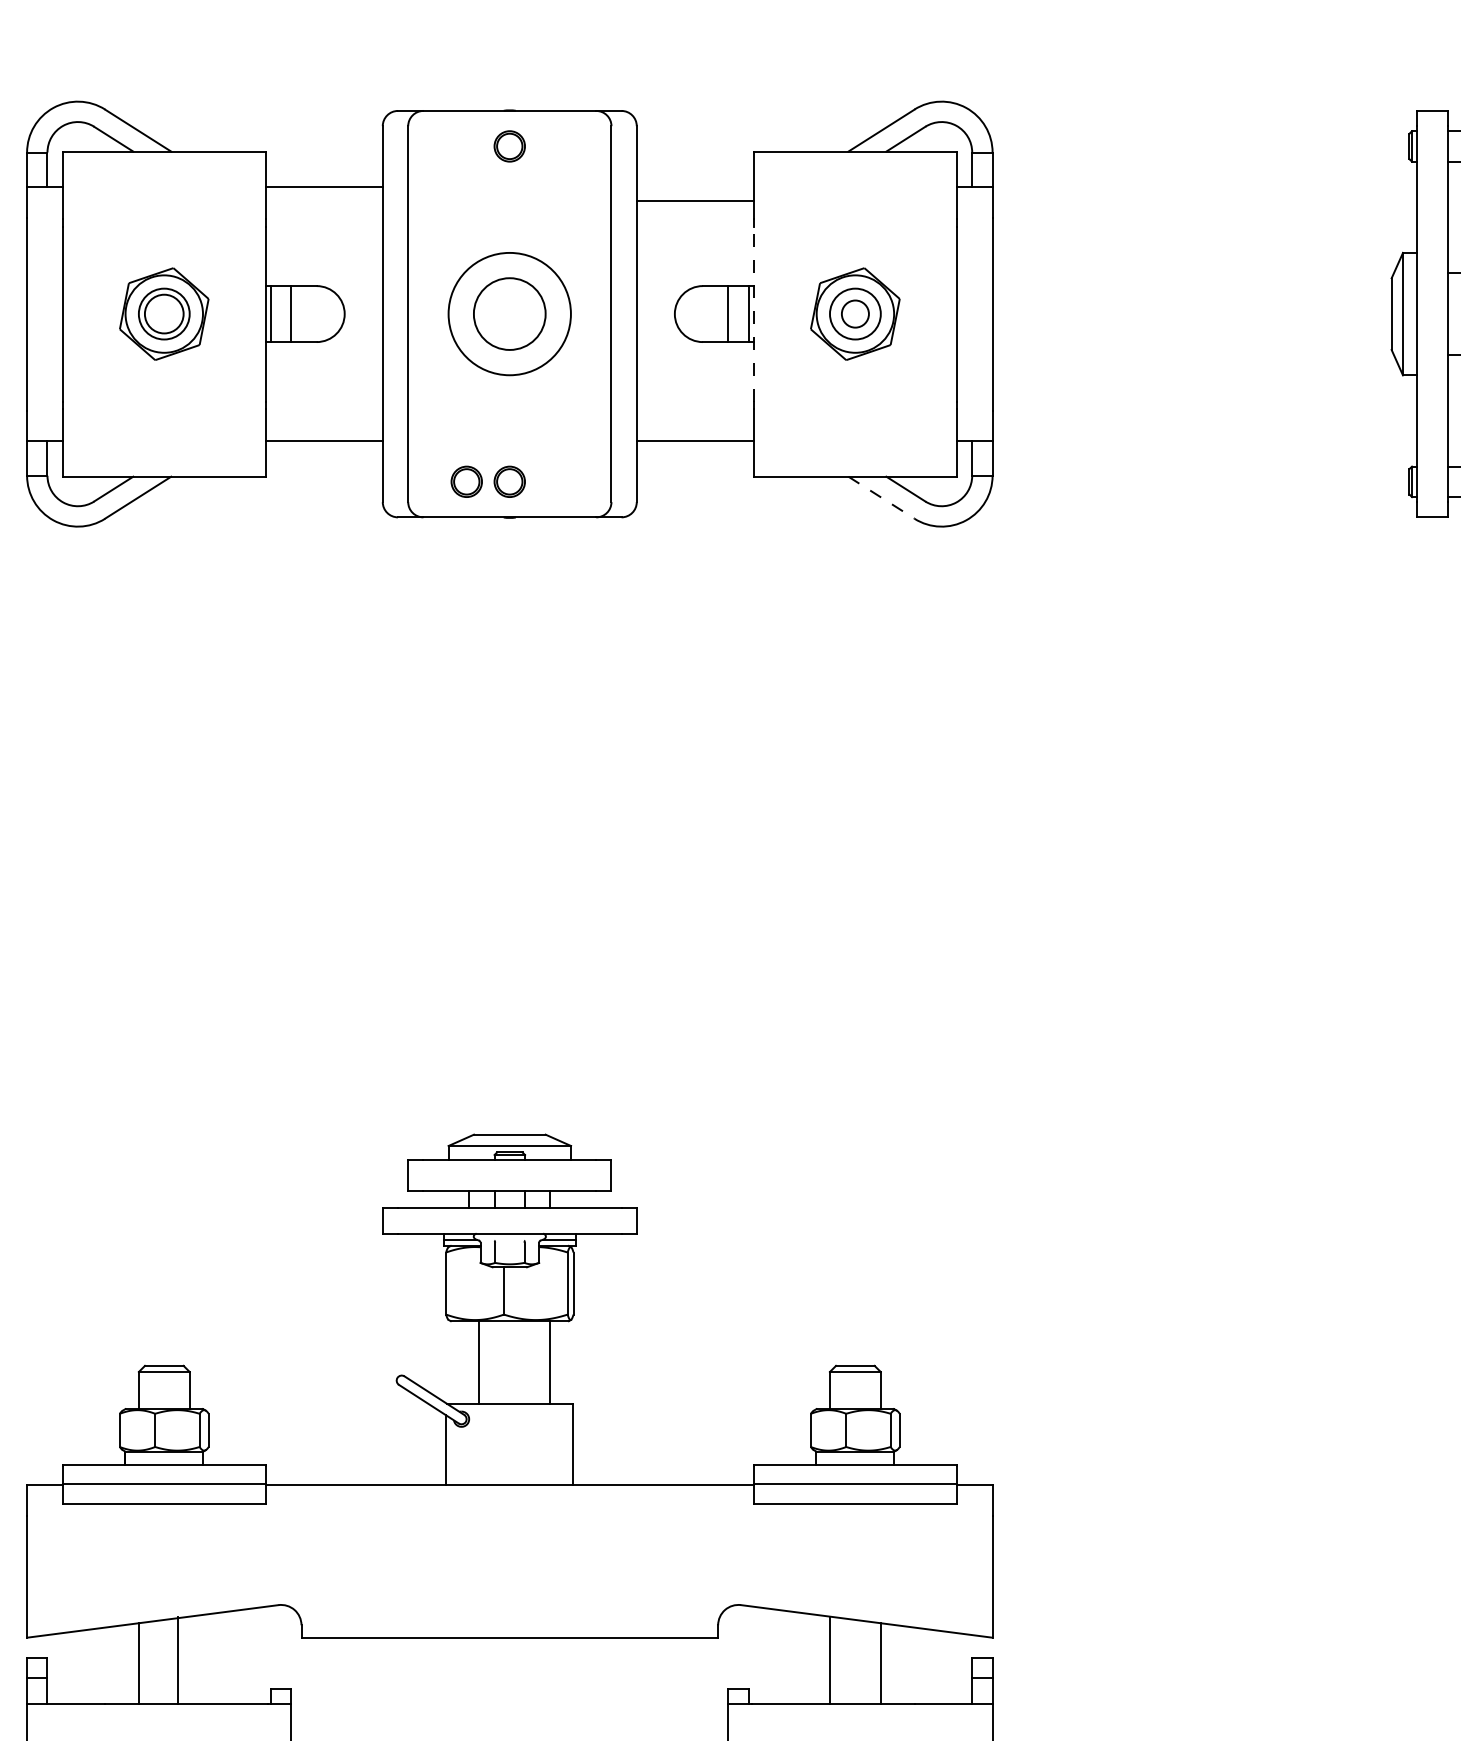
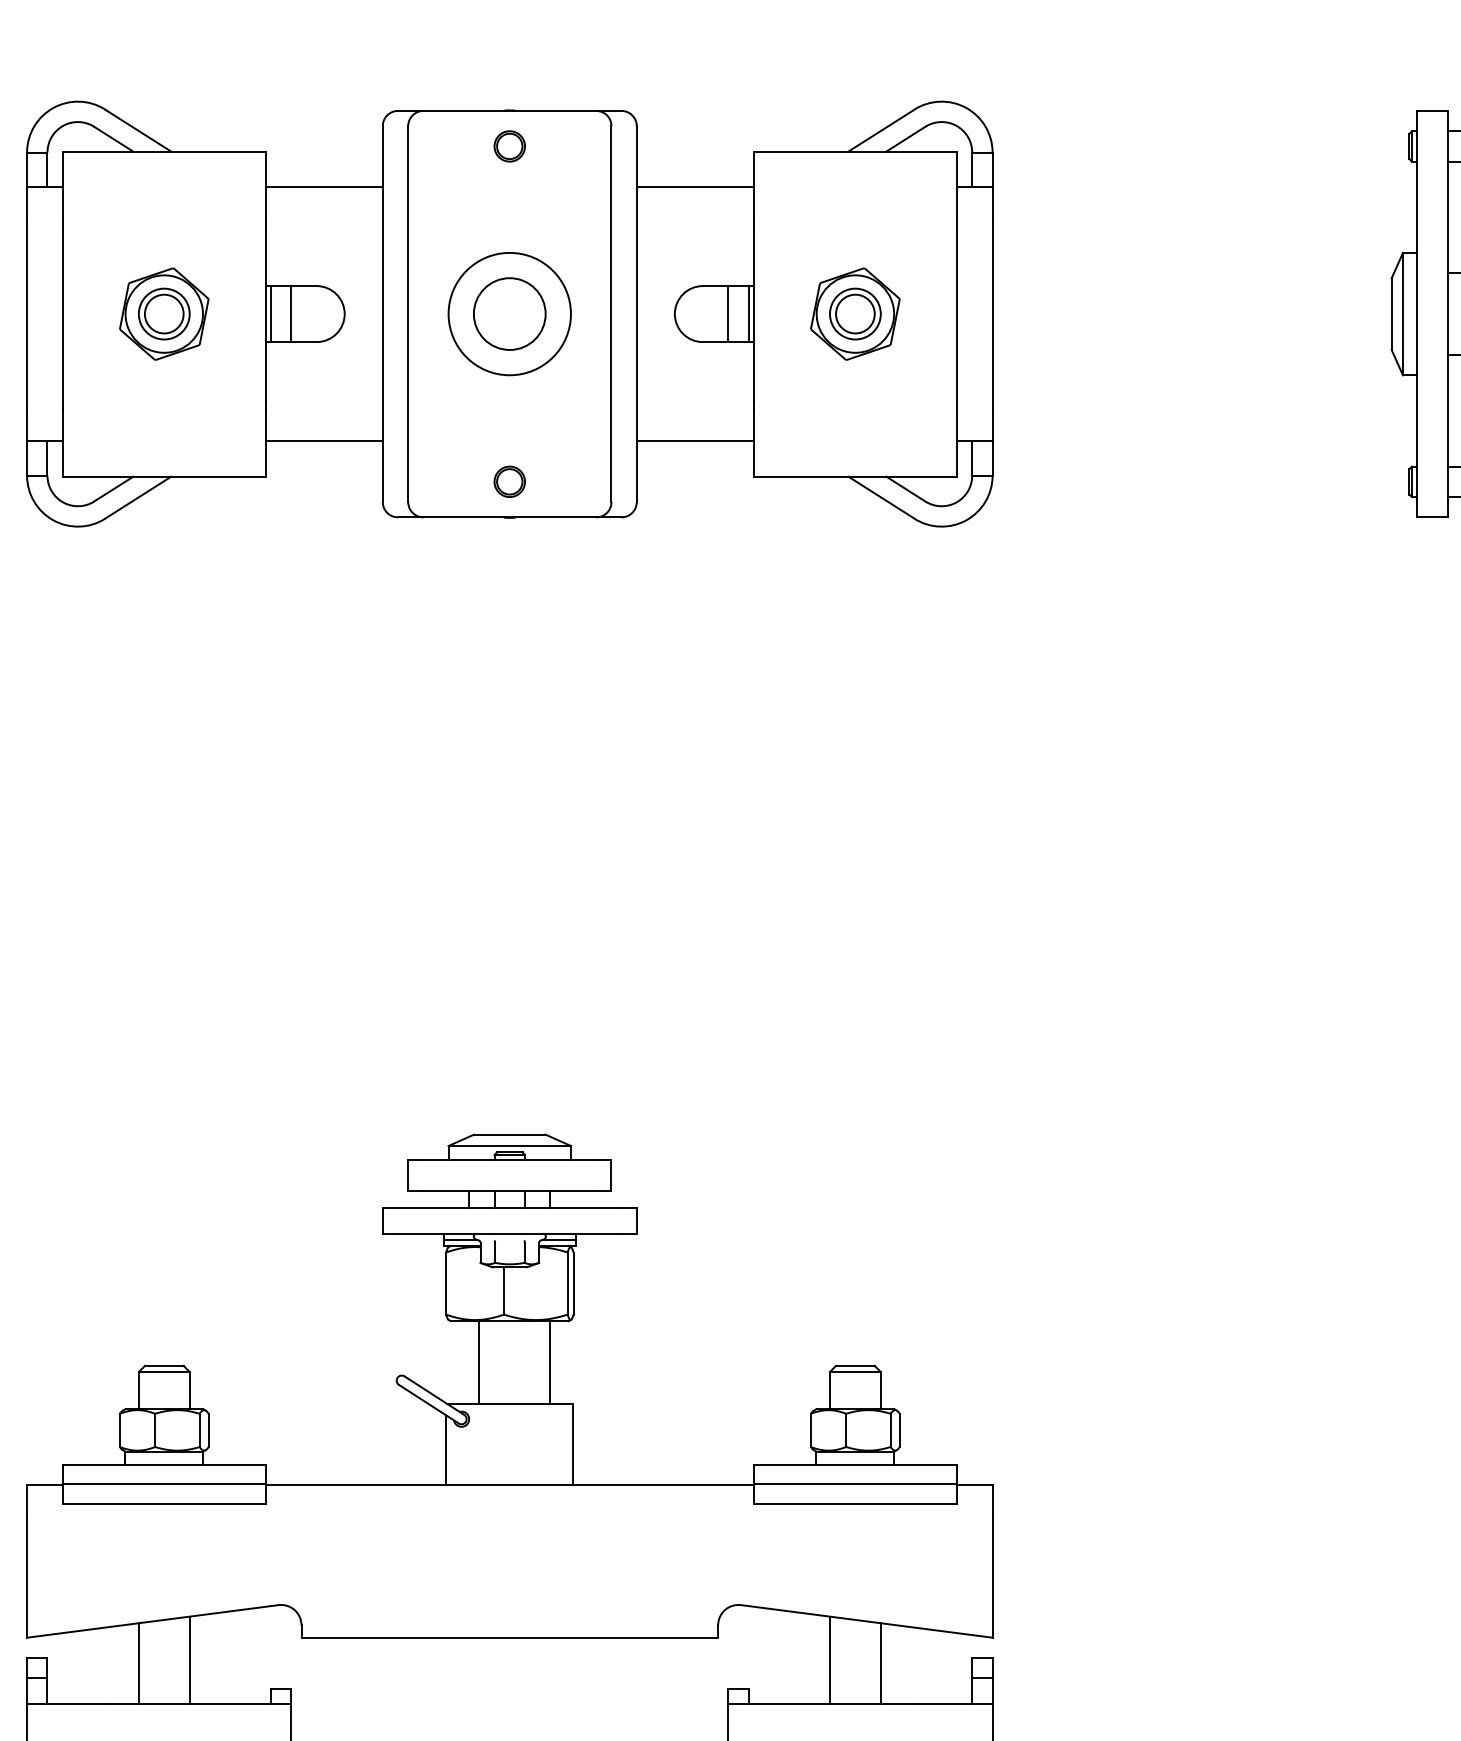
line at (694, 201) position: (694, 201) -> (694, 187)
line at (753, 313): dashed -> solid
circle at (854, 313) diameter: 27 px -> 39 px
part at (466, 481): present -> none
line at (881, 497): dashed -> solid
line at (177, 1659) position: (177, 1659) -> (189, 1659)
